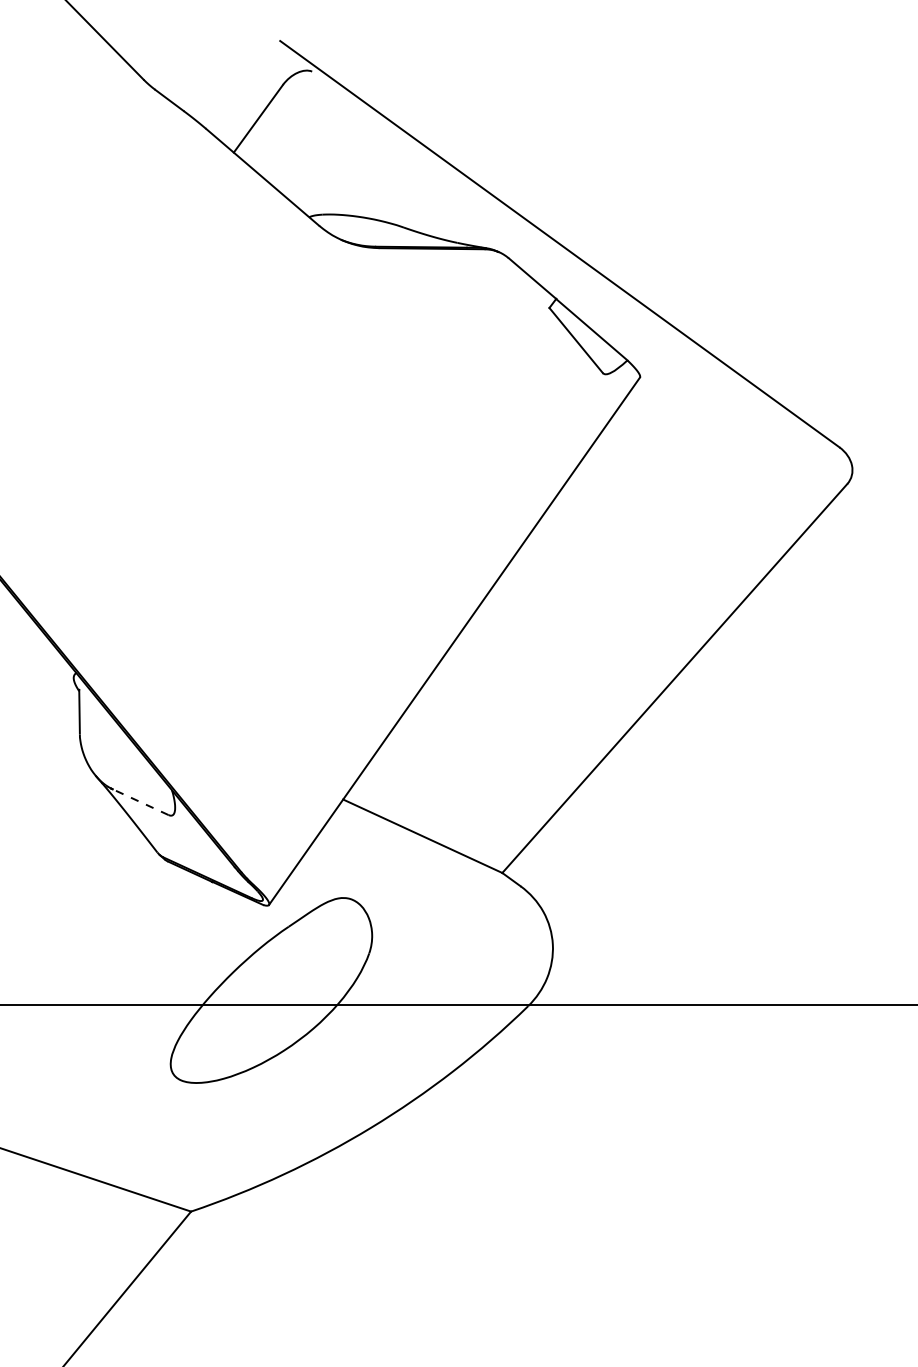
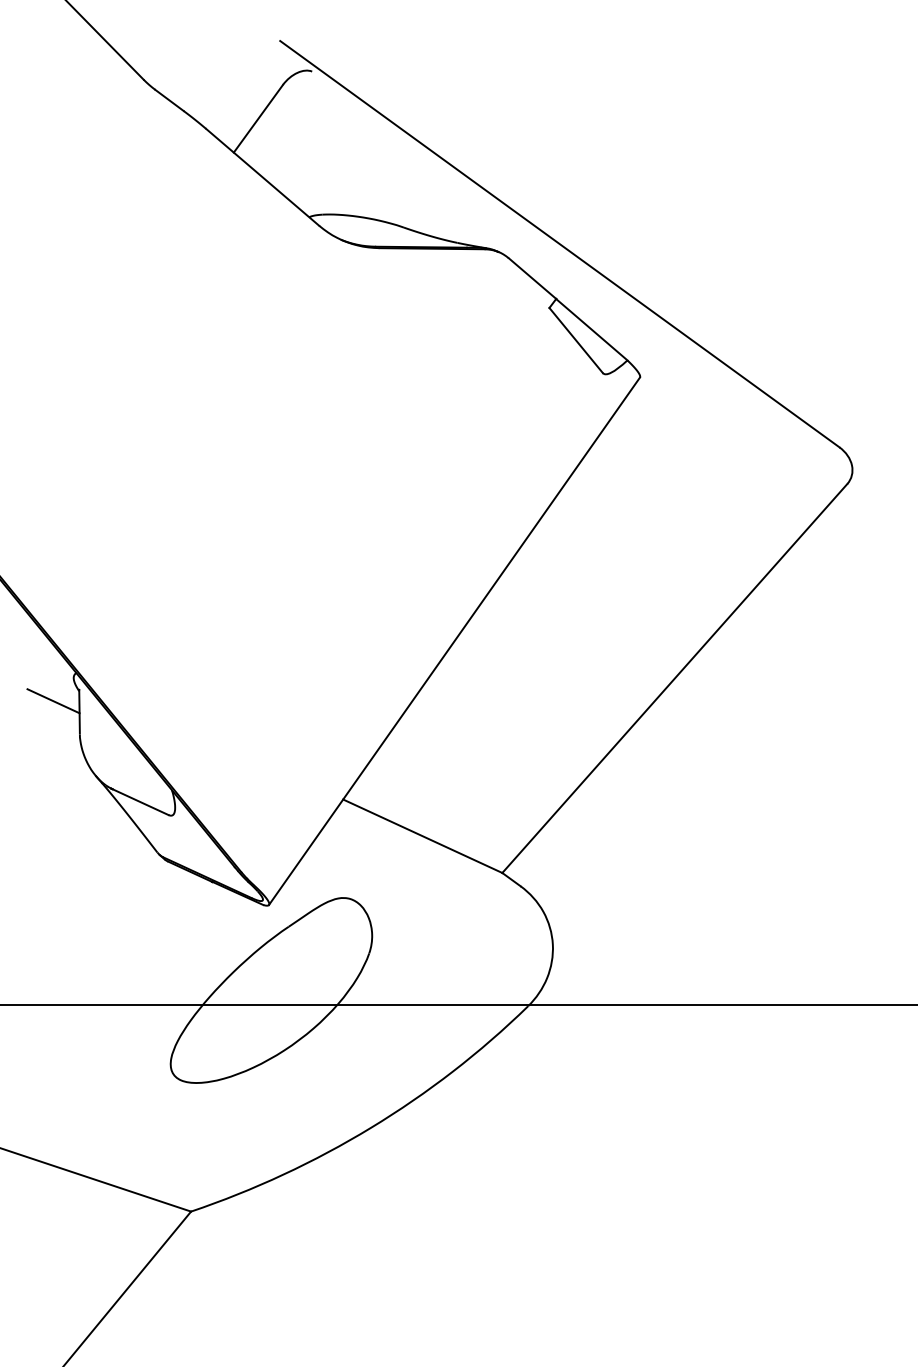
line at (53, 701): none -> present
line at (140, 802): dashed -> solid
